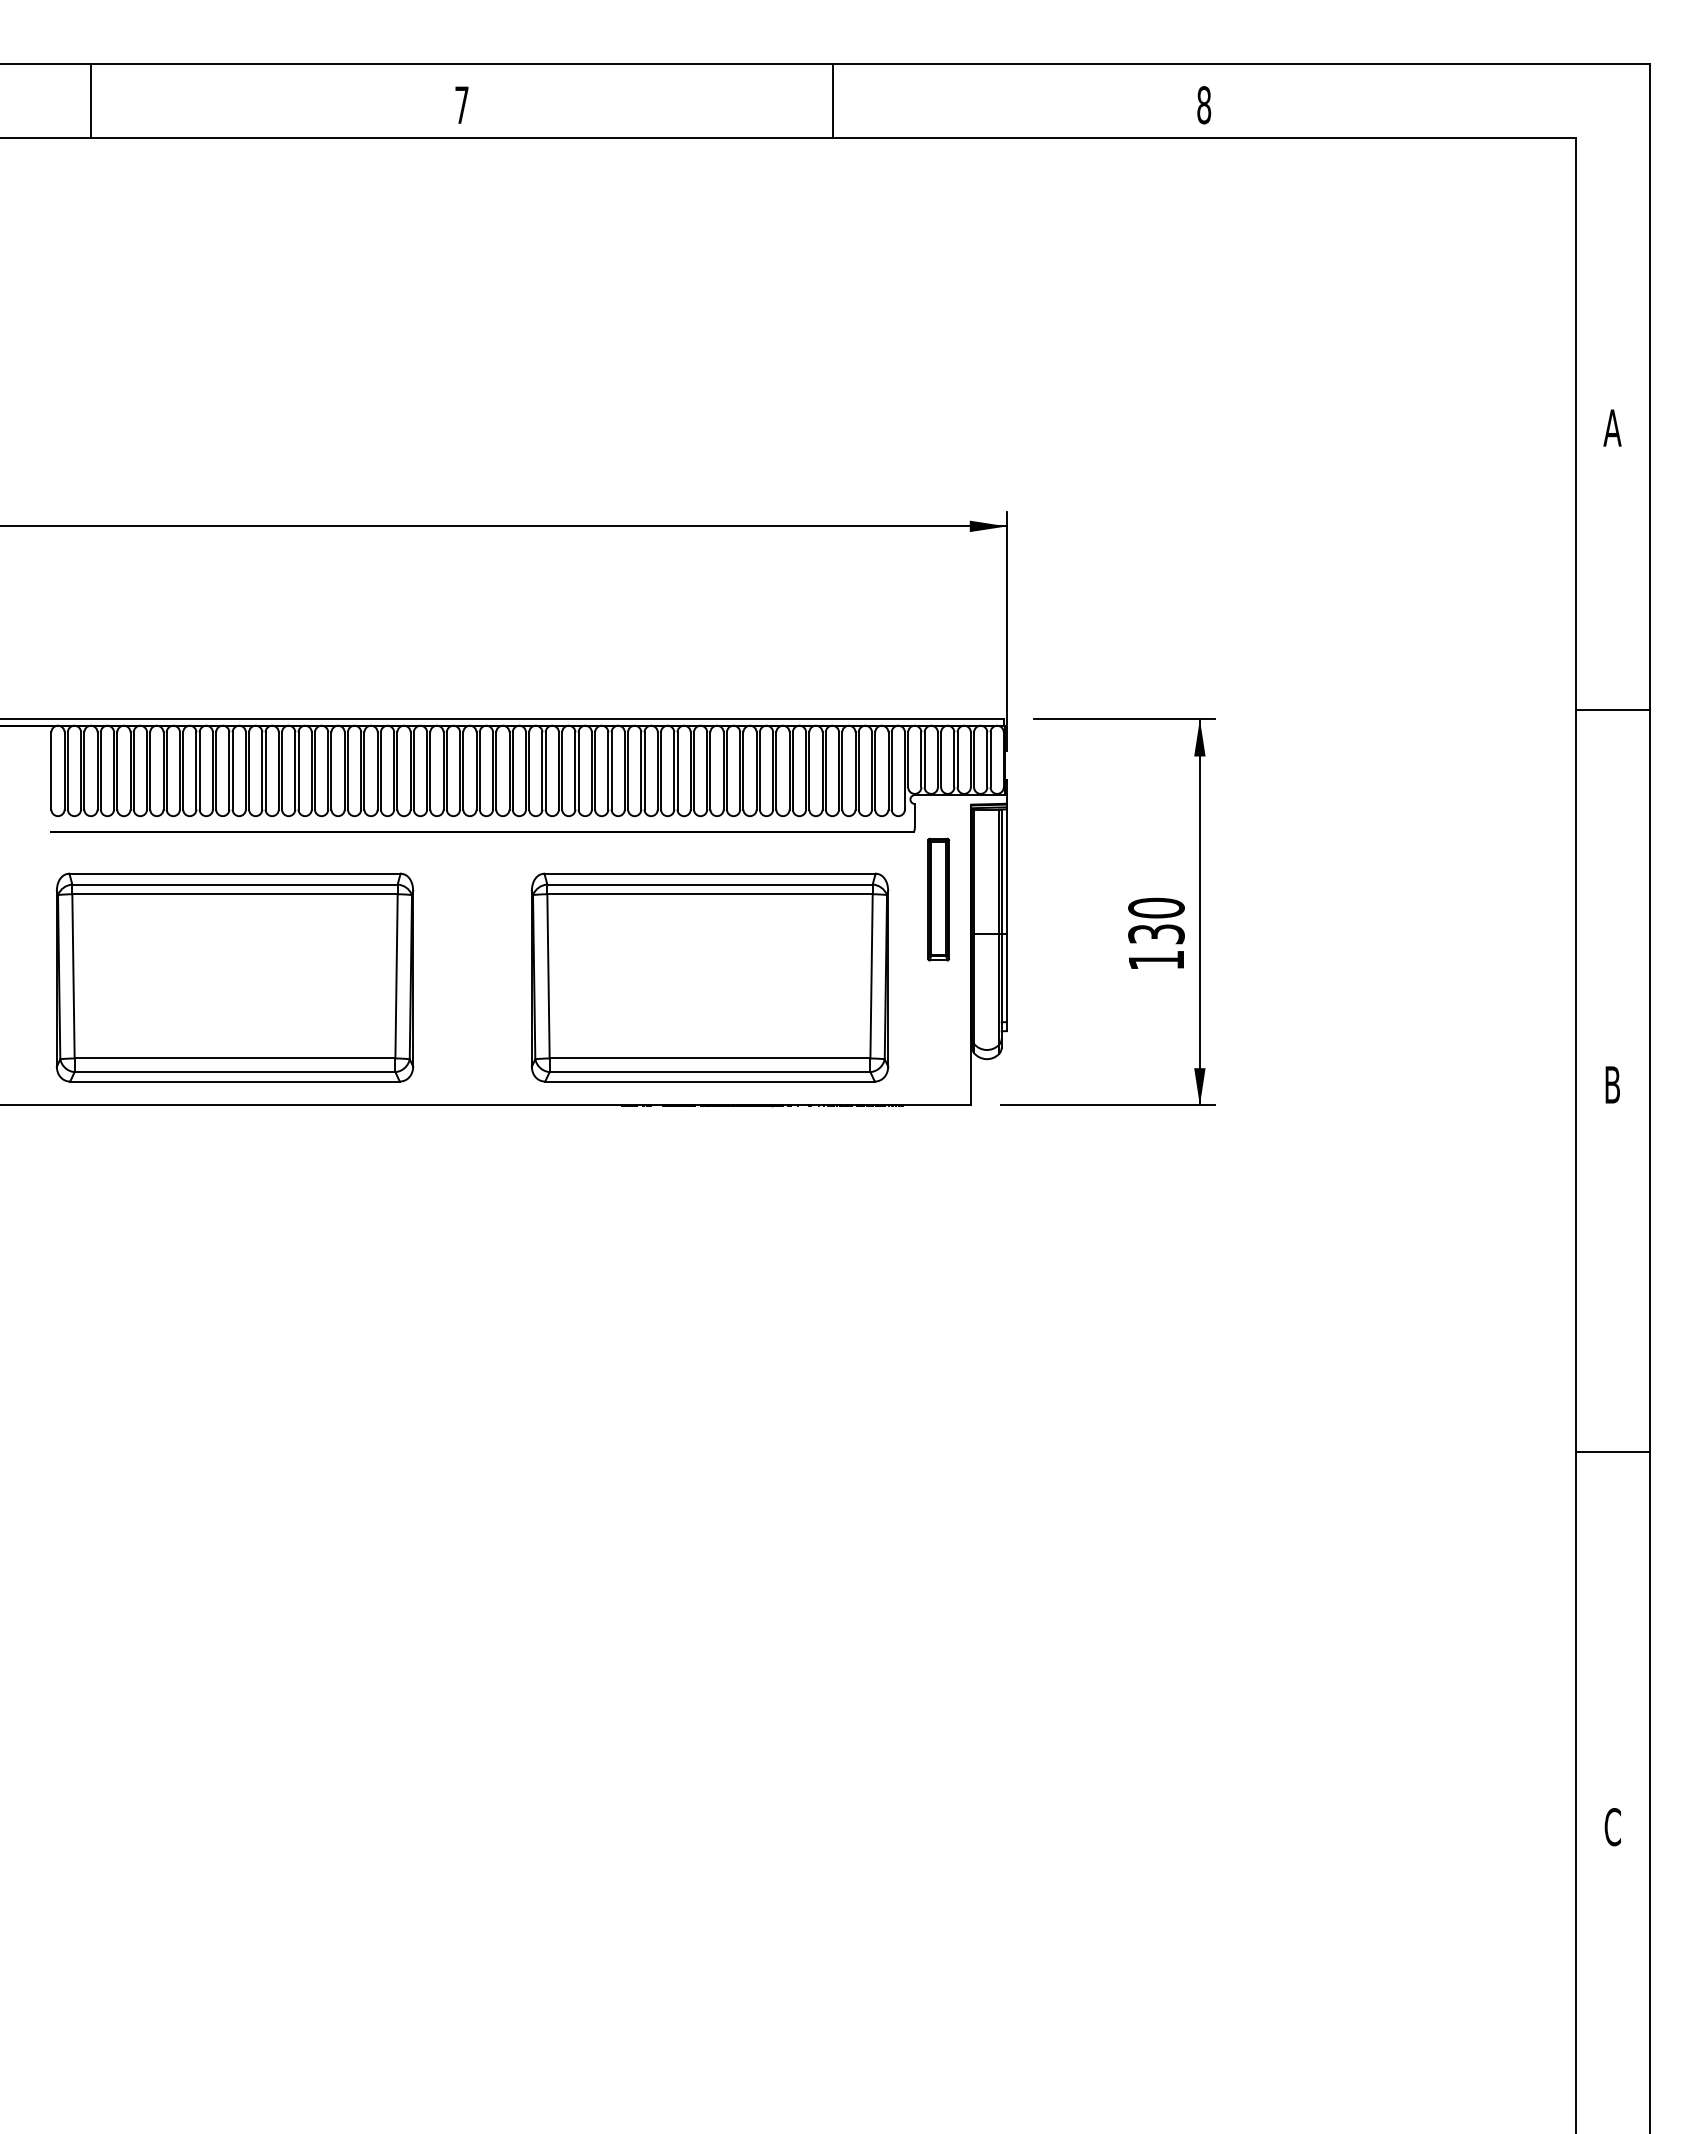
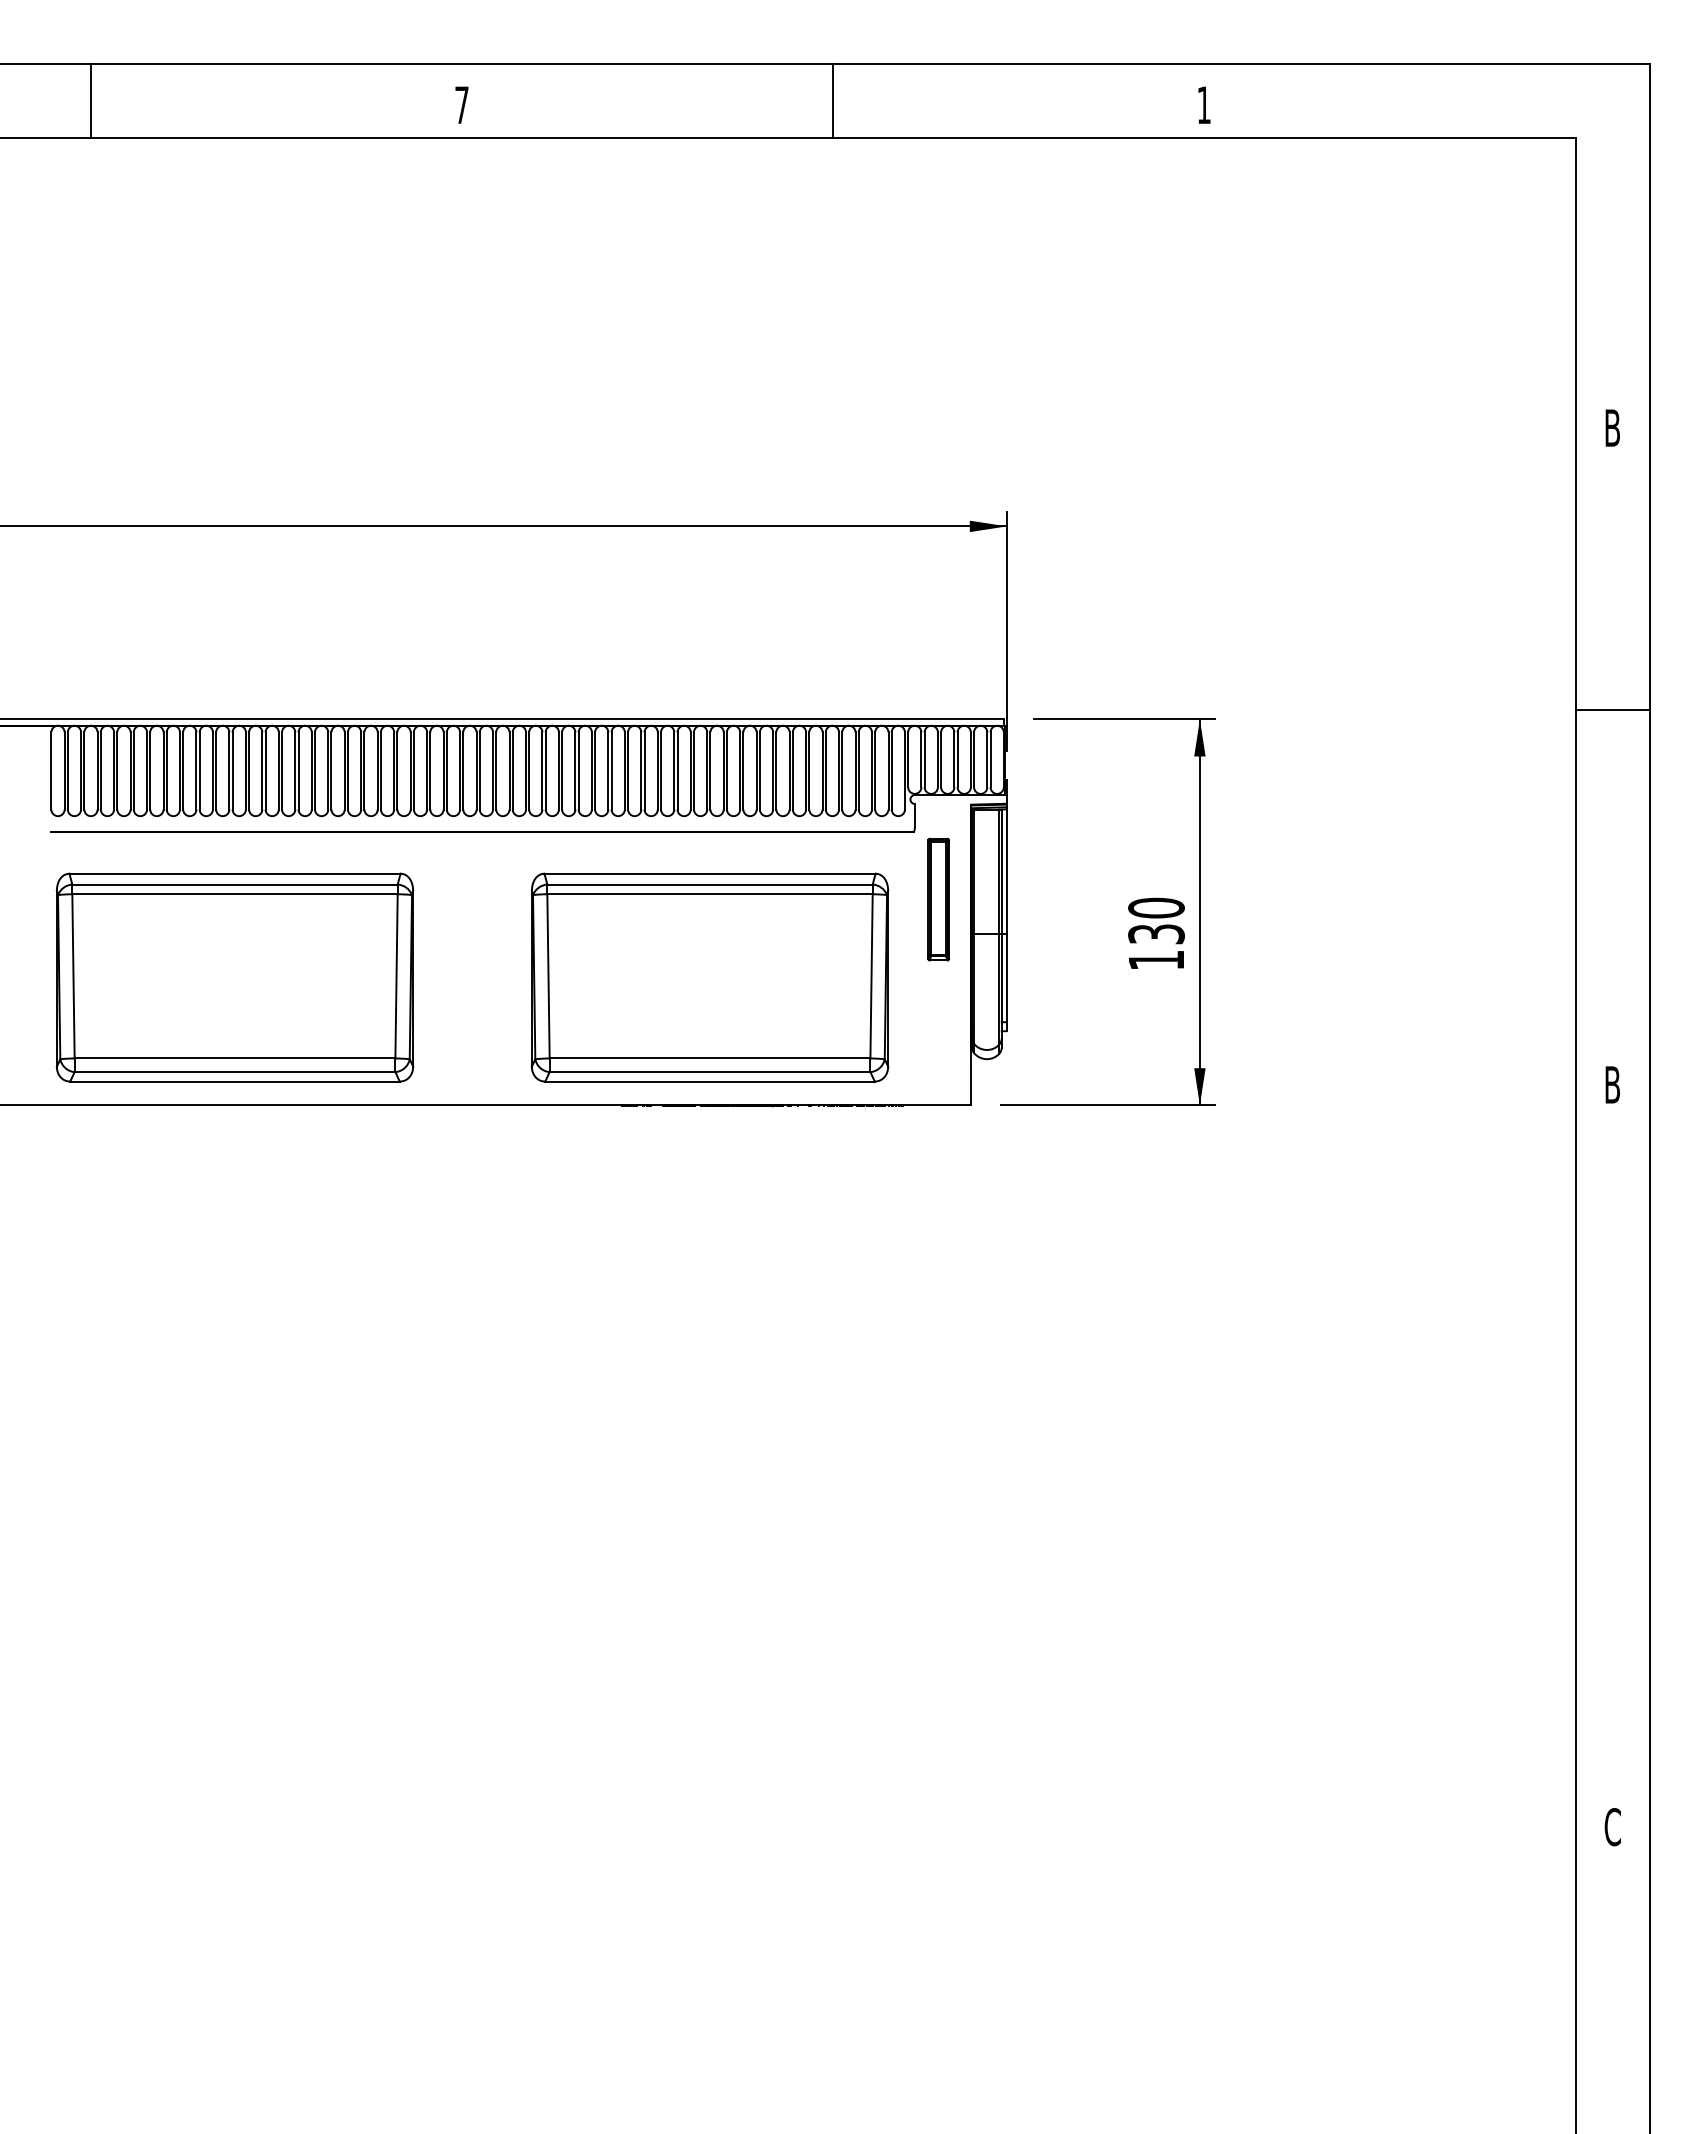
text at (1204, 105): 8 -> 1
text at (1612, 427): A -> B
line at (1612, 1451): present -> none
